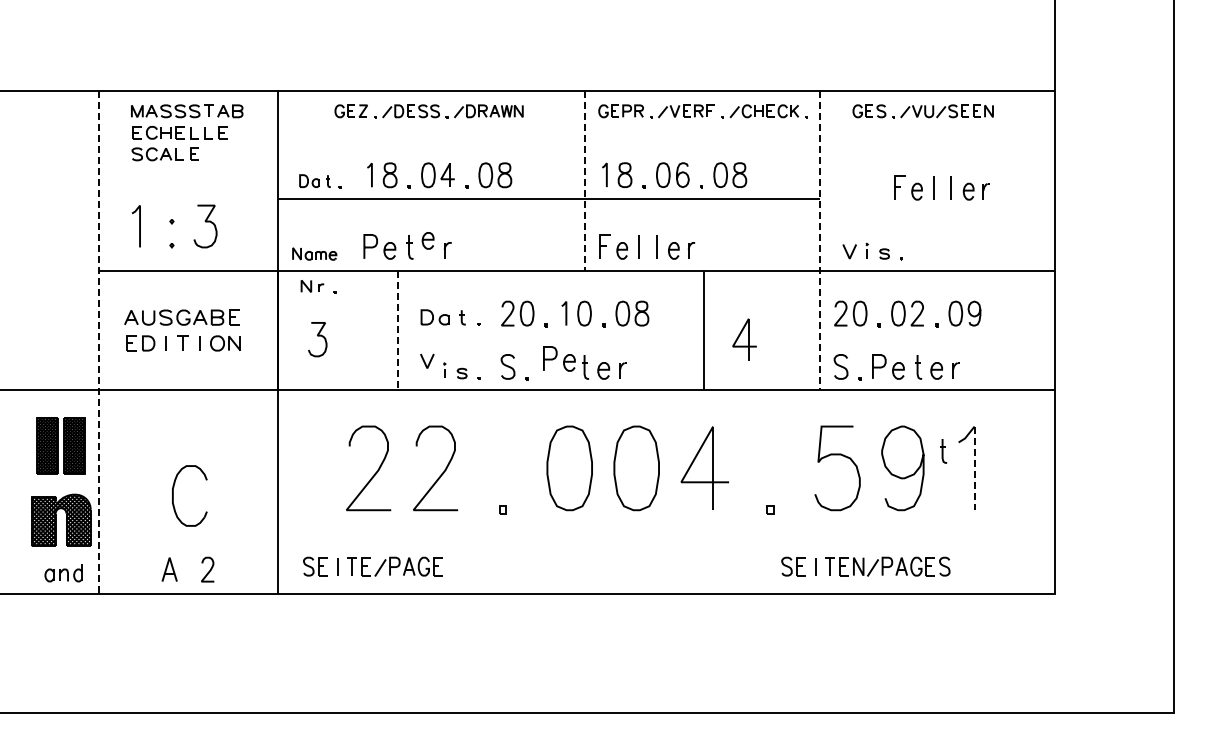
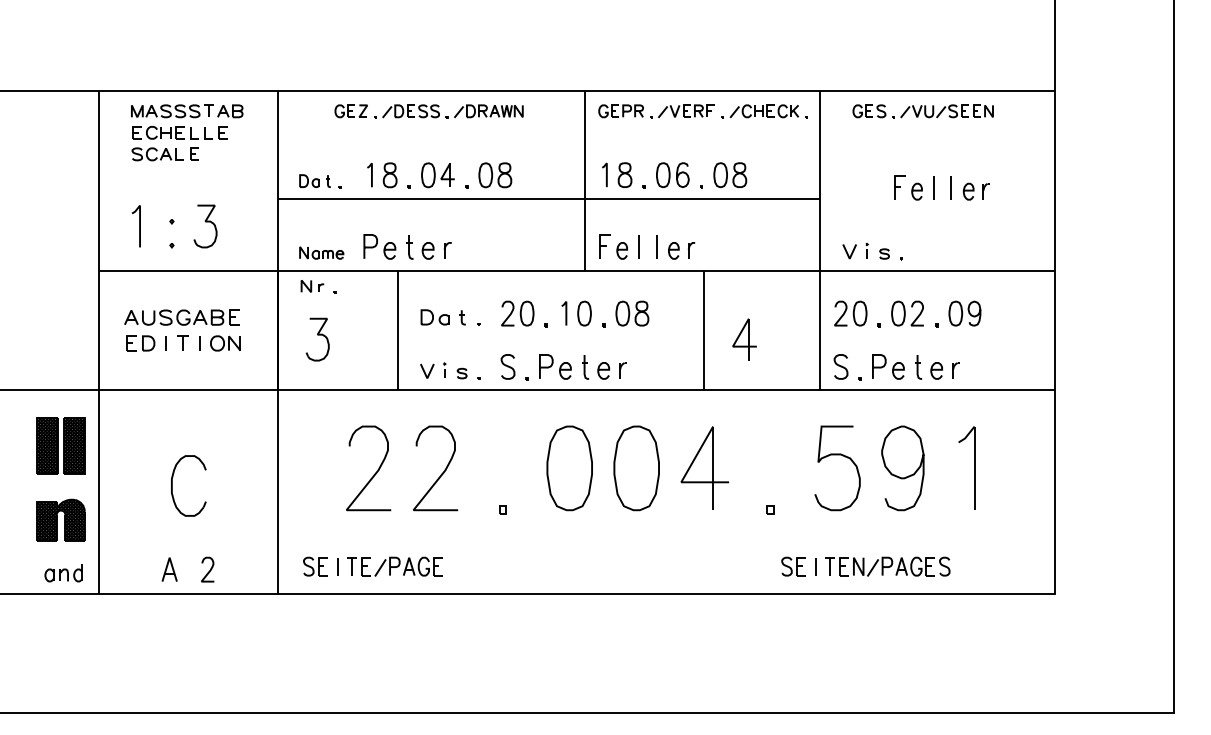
line at (584, 181): dashed -> solid
curve at (427, 240) position: (427, 240) -> (427, 250)
line at (819, 241): dashed -> solid
part at (314, 253) position: (314, 253) -> (321, 252)
line at (397, 330): dashed -> solid
part at (317, 339) size: 20x36 px -> 25x45 px
line at (98, 343): dashed -> solid
part at (559, 358) position: (559, 358) -> (555, 366)
line at (425, 361) position: (425, 361) -> (425, 371)
part at (943, 451): present -> none
line at (974, 468): dashed -> solid
part at (173, 495) position: (173, 495) -> (172, 485)
part at (61, 519) size: 61x54 px -> 50x44 px
